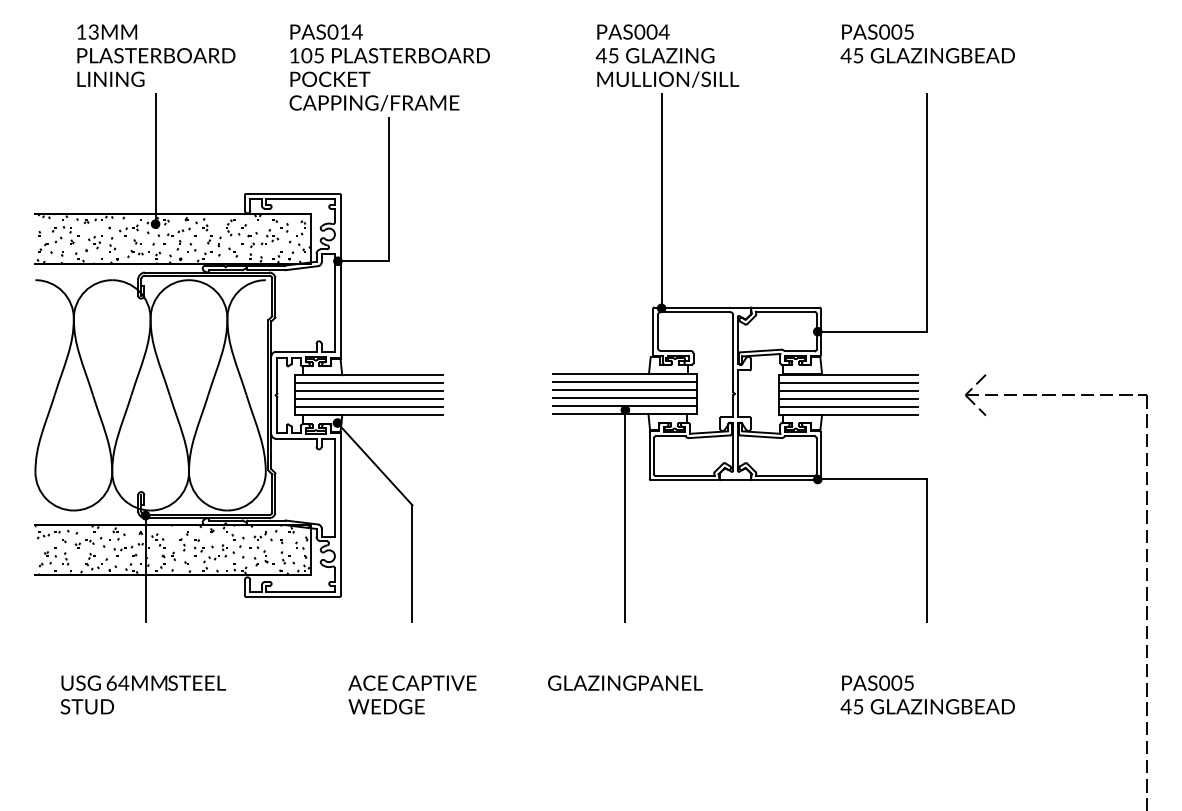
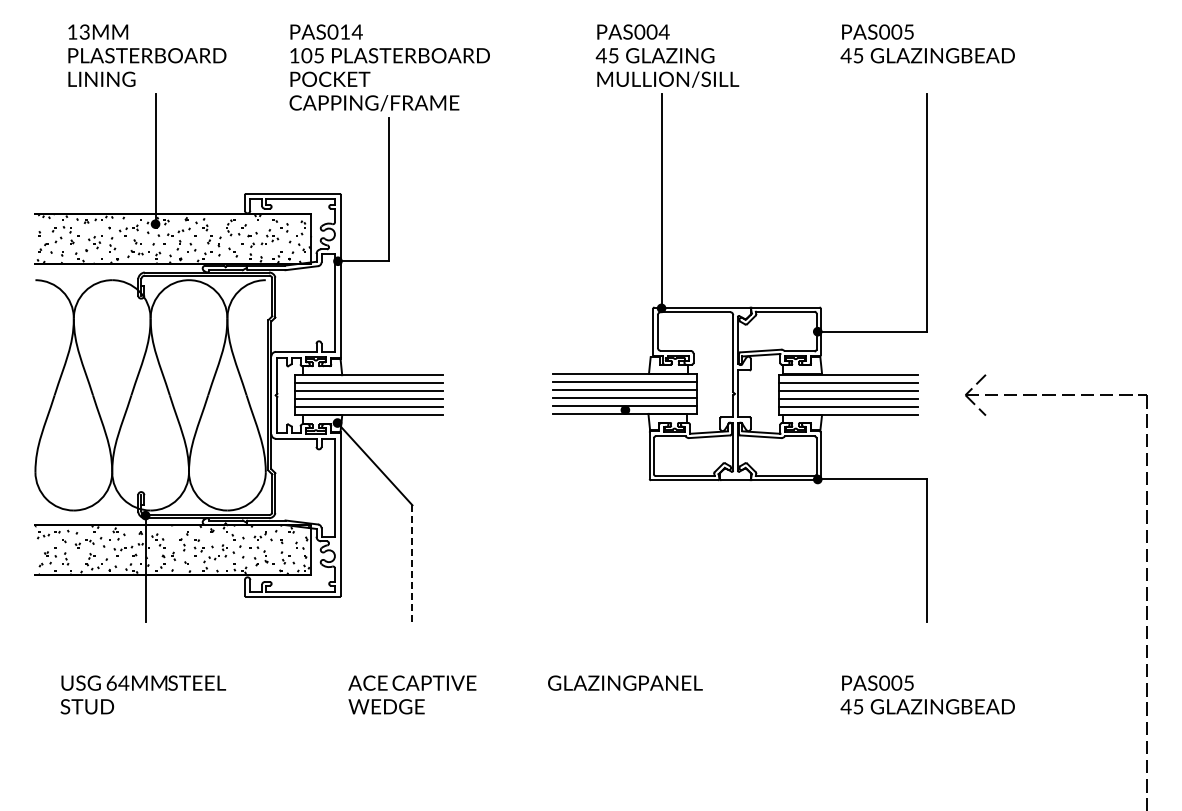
text at (156, 55) position: (156, 55) -> (147, 55)
line at (625, 515): present -> none
line at (412, 564): solid -> dashed
